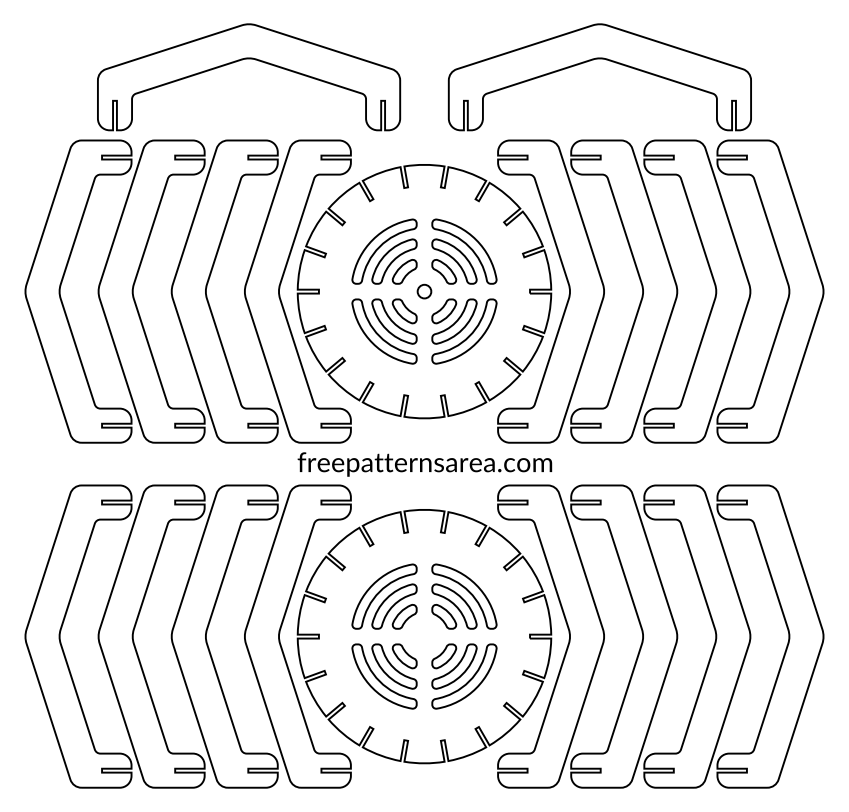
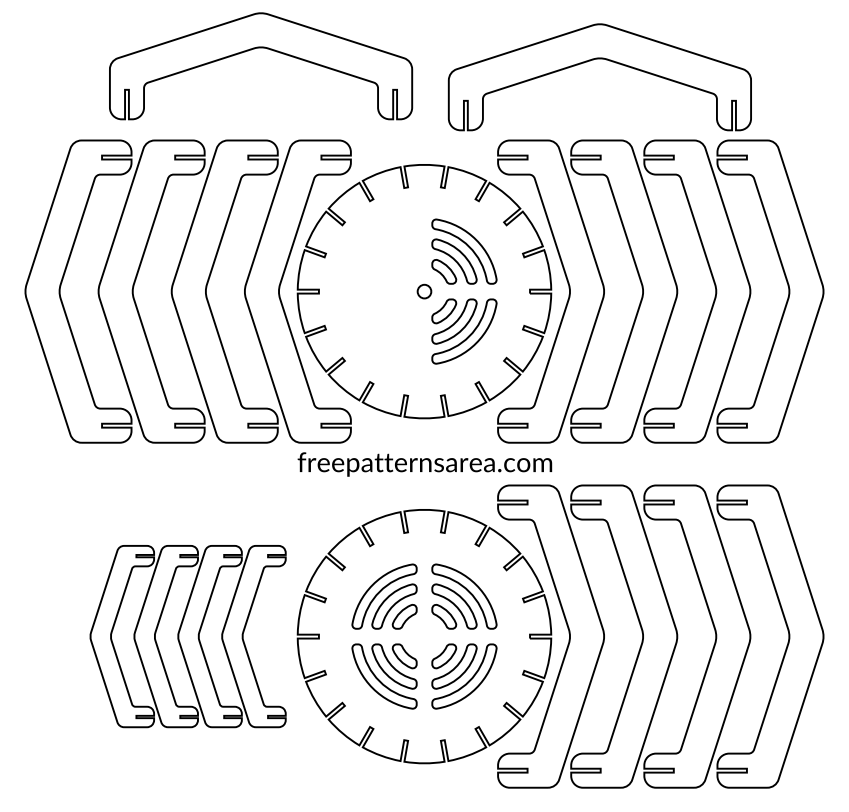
part at (249, 59) position: (249, 59) -> (261, 48)
part at (384, 251): present -> none
part at (384, 331): present -> none
part at (187, 636) size: 328x305 px -> 198x184 px
